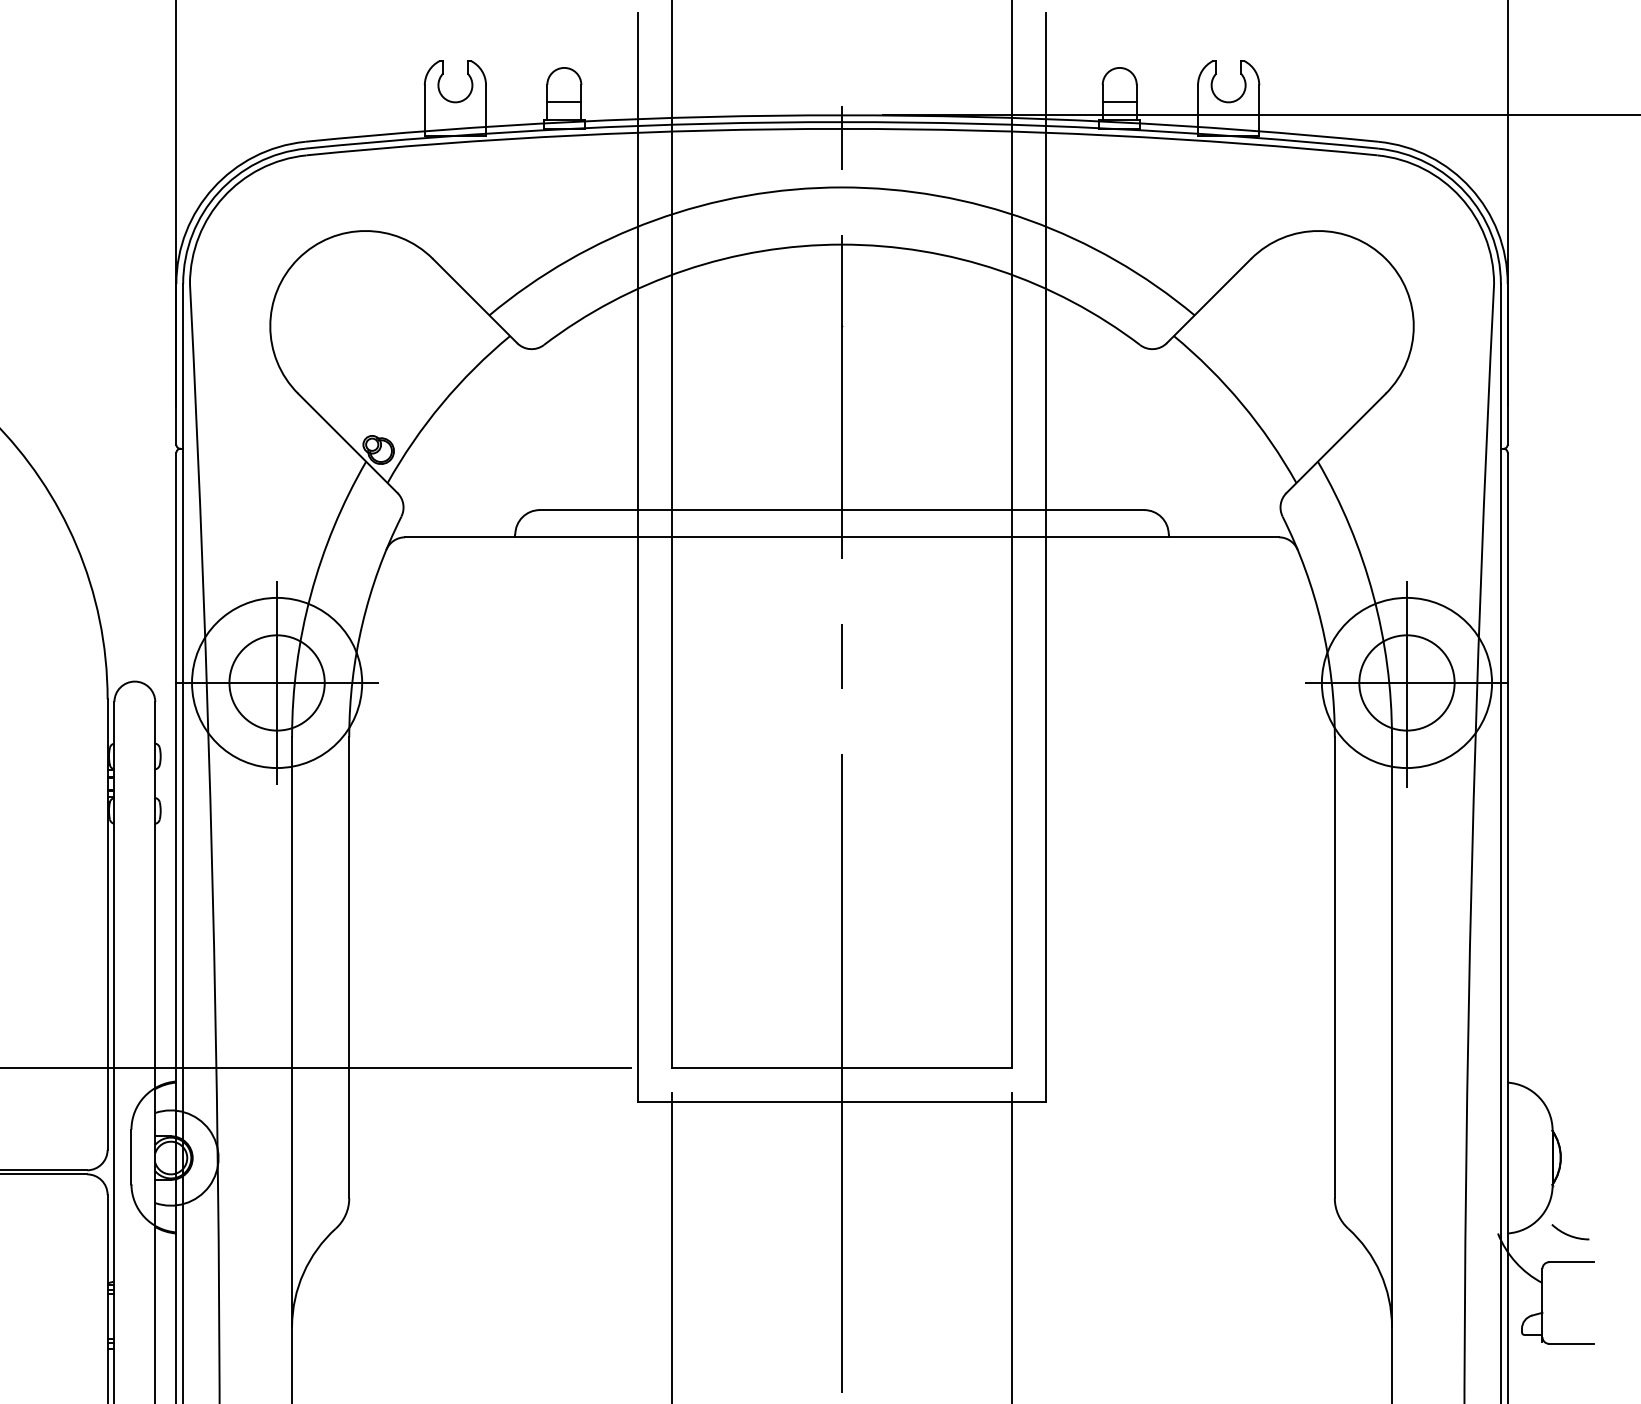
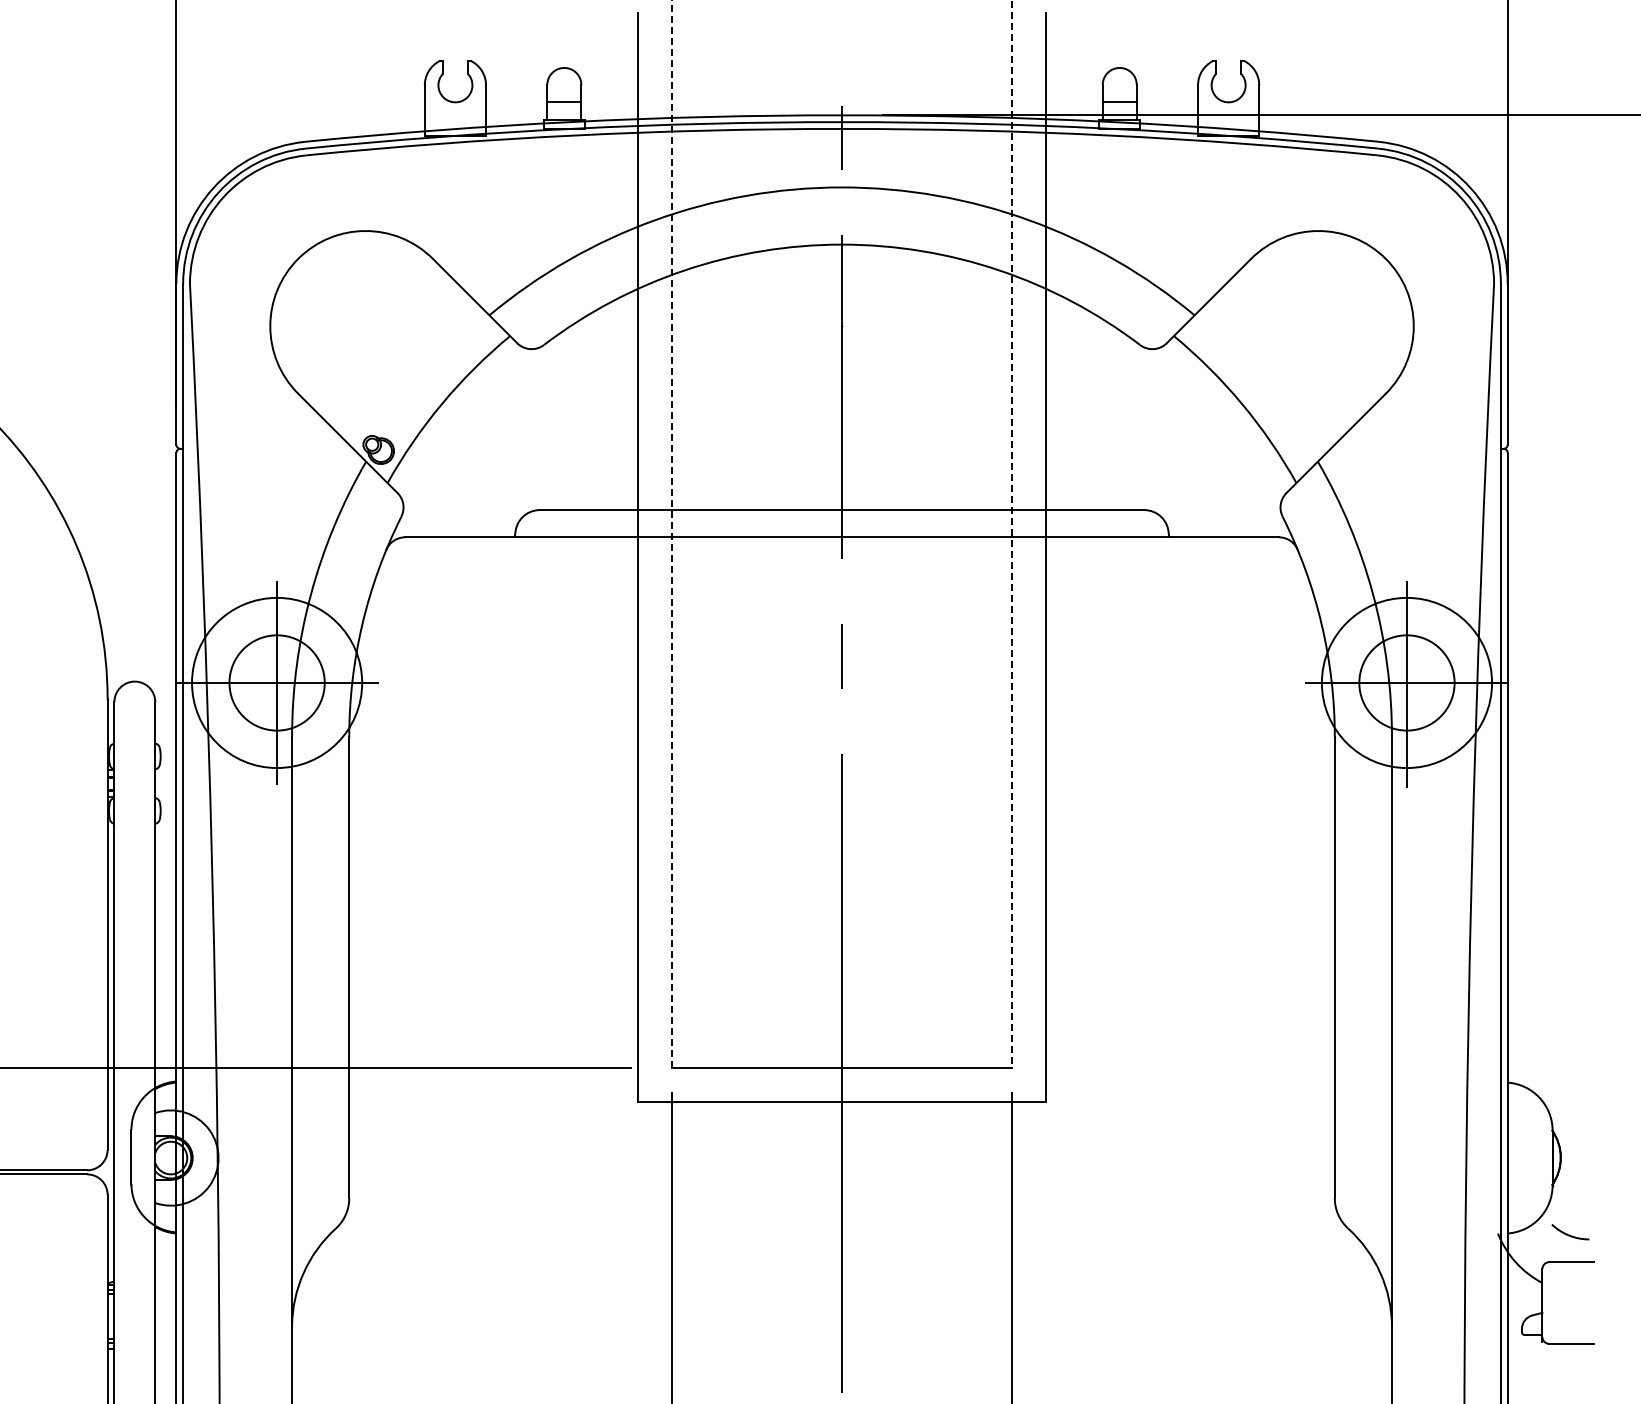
line at (671, 533): solid -> dashed
line at (1012, 534): solid -> dashed
